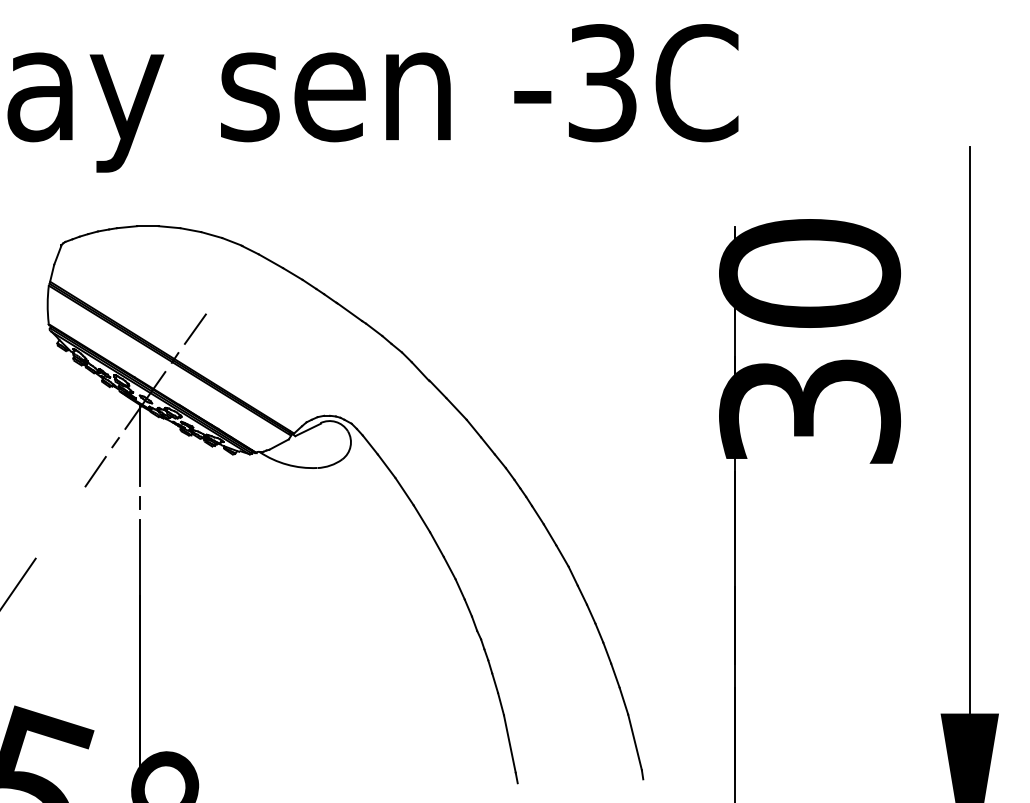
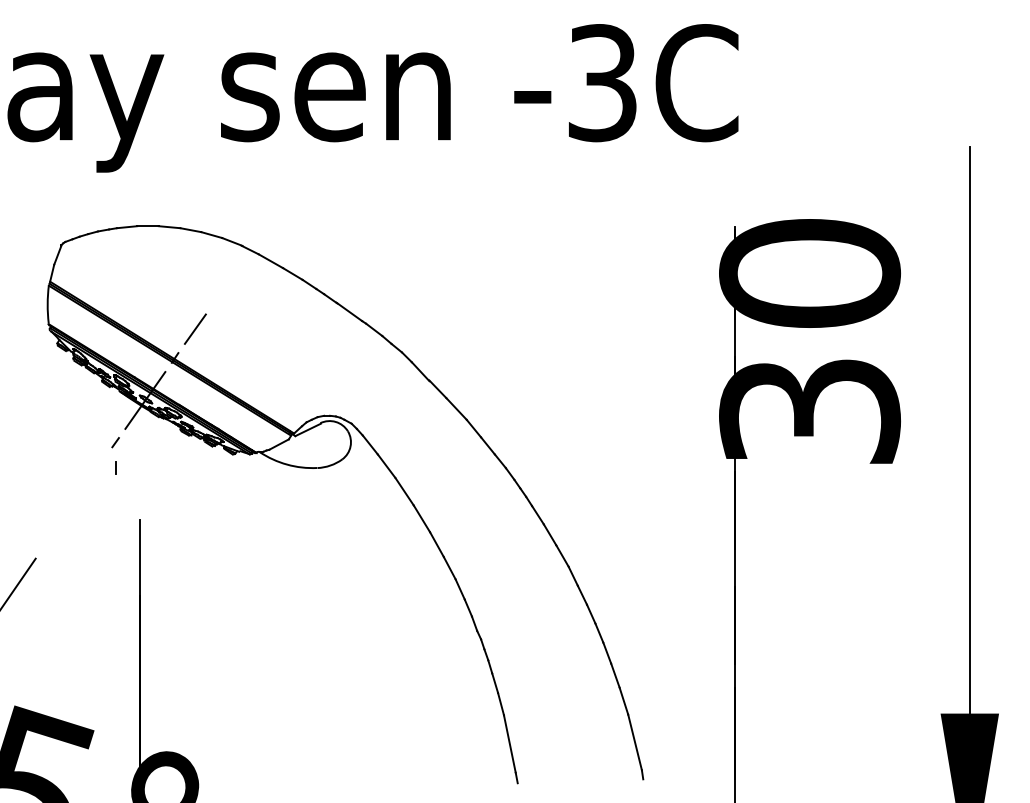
line at (139, 445): present -> none
line at (95, 471): present -> none
line at (139, 502) position: (139, 502) -> (115, 467)
